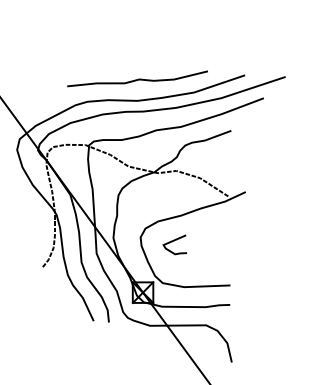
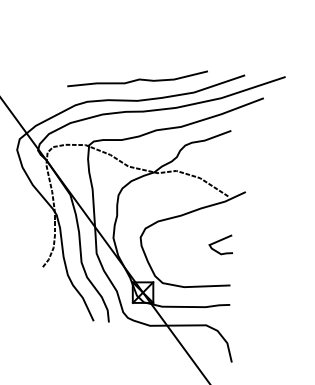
curve at (172, 242) position: (172, 242) -> (218, 242)
